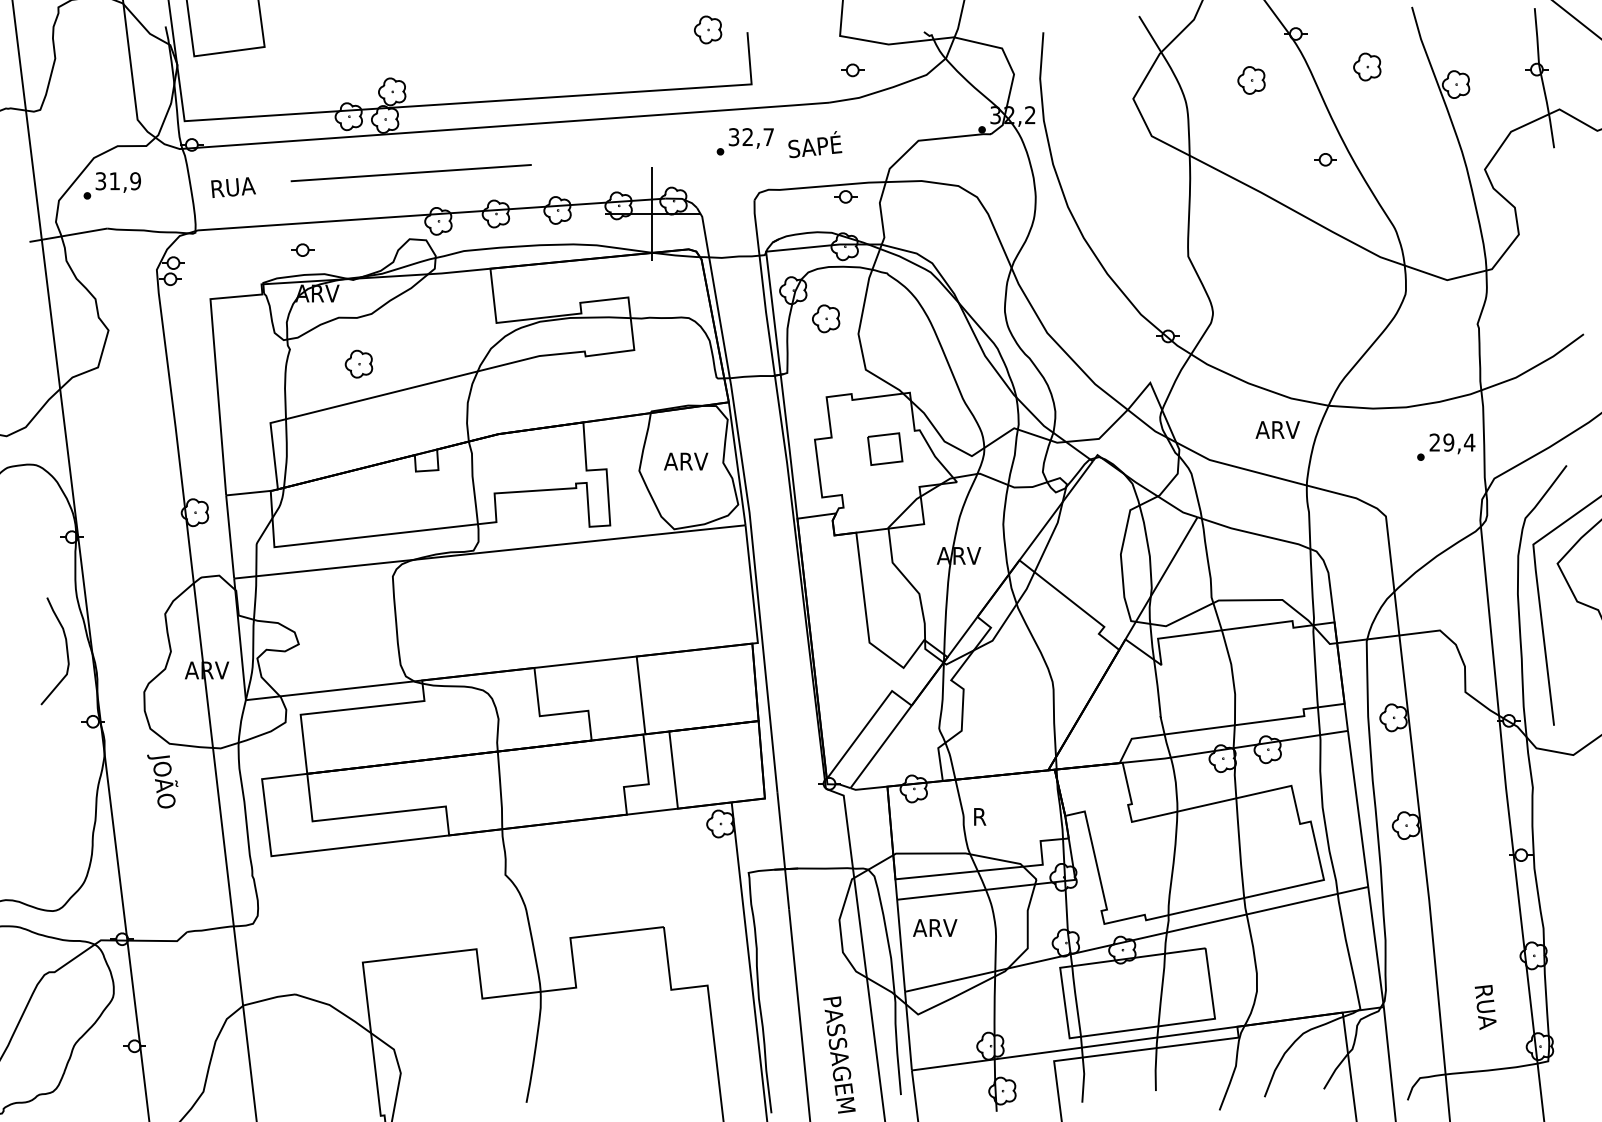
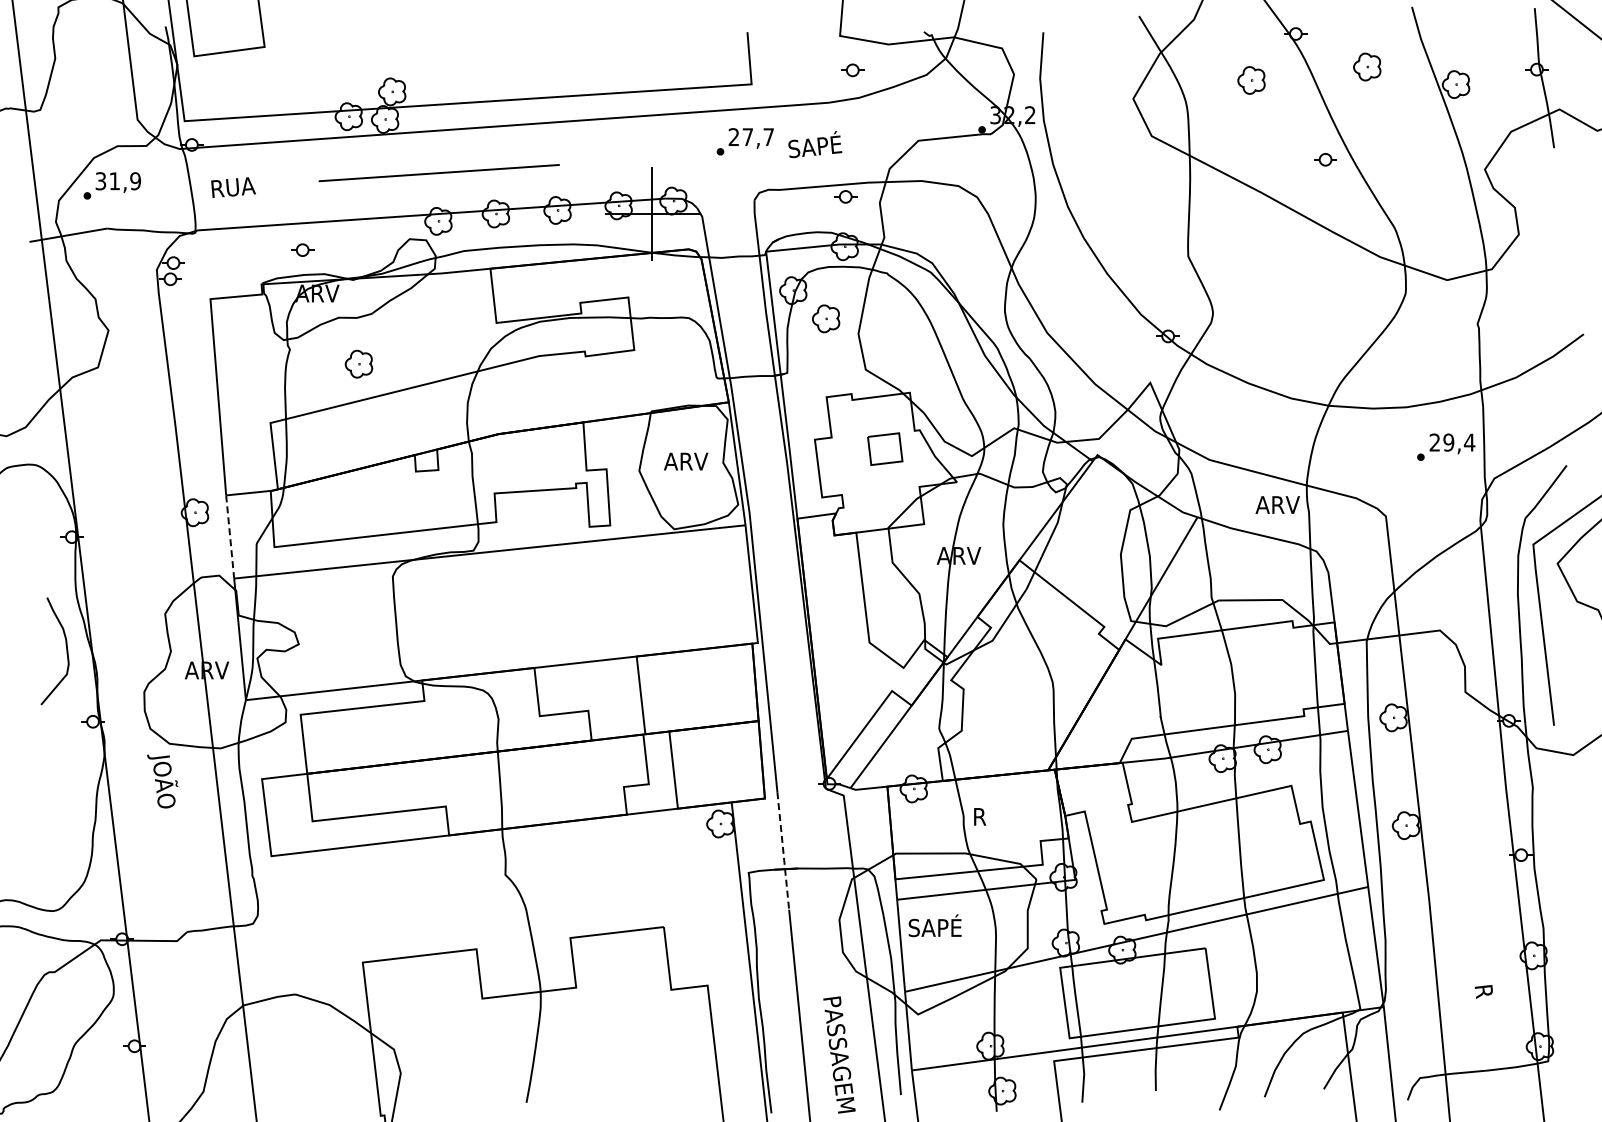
part at (708, 29): present -> none
text at (740, 137): 32,7 -> 27,7
line at (410, 173) position: (410, 173) -> (438, 173)
text at (1277, 429) position: (1277, 429) -> (1277, 504)
line at (230, 537): solid -> dashed
line at (783, 851): solid -> dashed
text at (934, 925): ARV -> SAPÉ
text at (1486, 1014): RUA -> R
